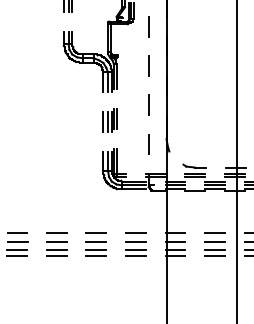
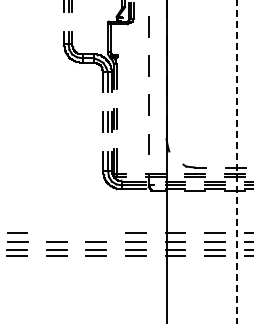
line at (237, 161): solid -> dashed
line at (56, 232): present -> none
line at (95, 232): present -> none
